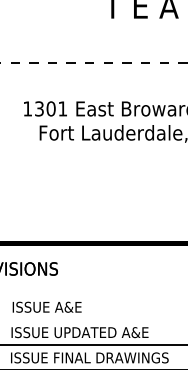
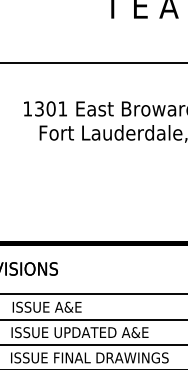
line at (94, 63): dashed -> solid
line at (93, 294): none -> present
line at (93, 319): none -> present
